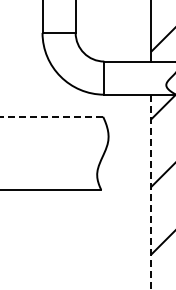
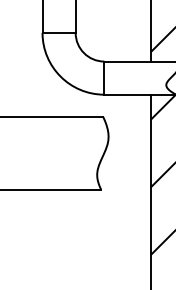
line at (51, 116): dashed -> solid
line at (150, 192): dashed -> solid
